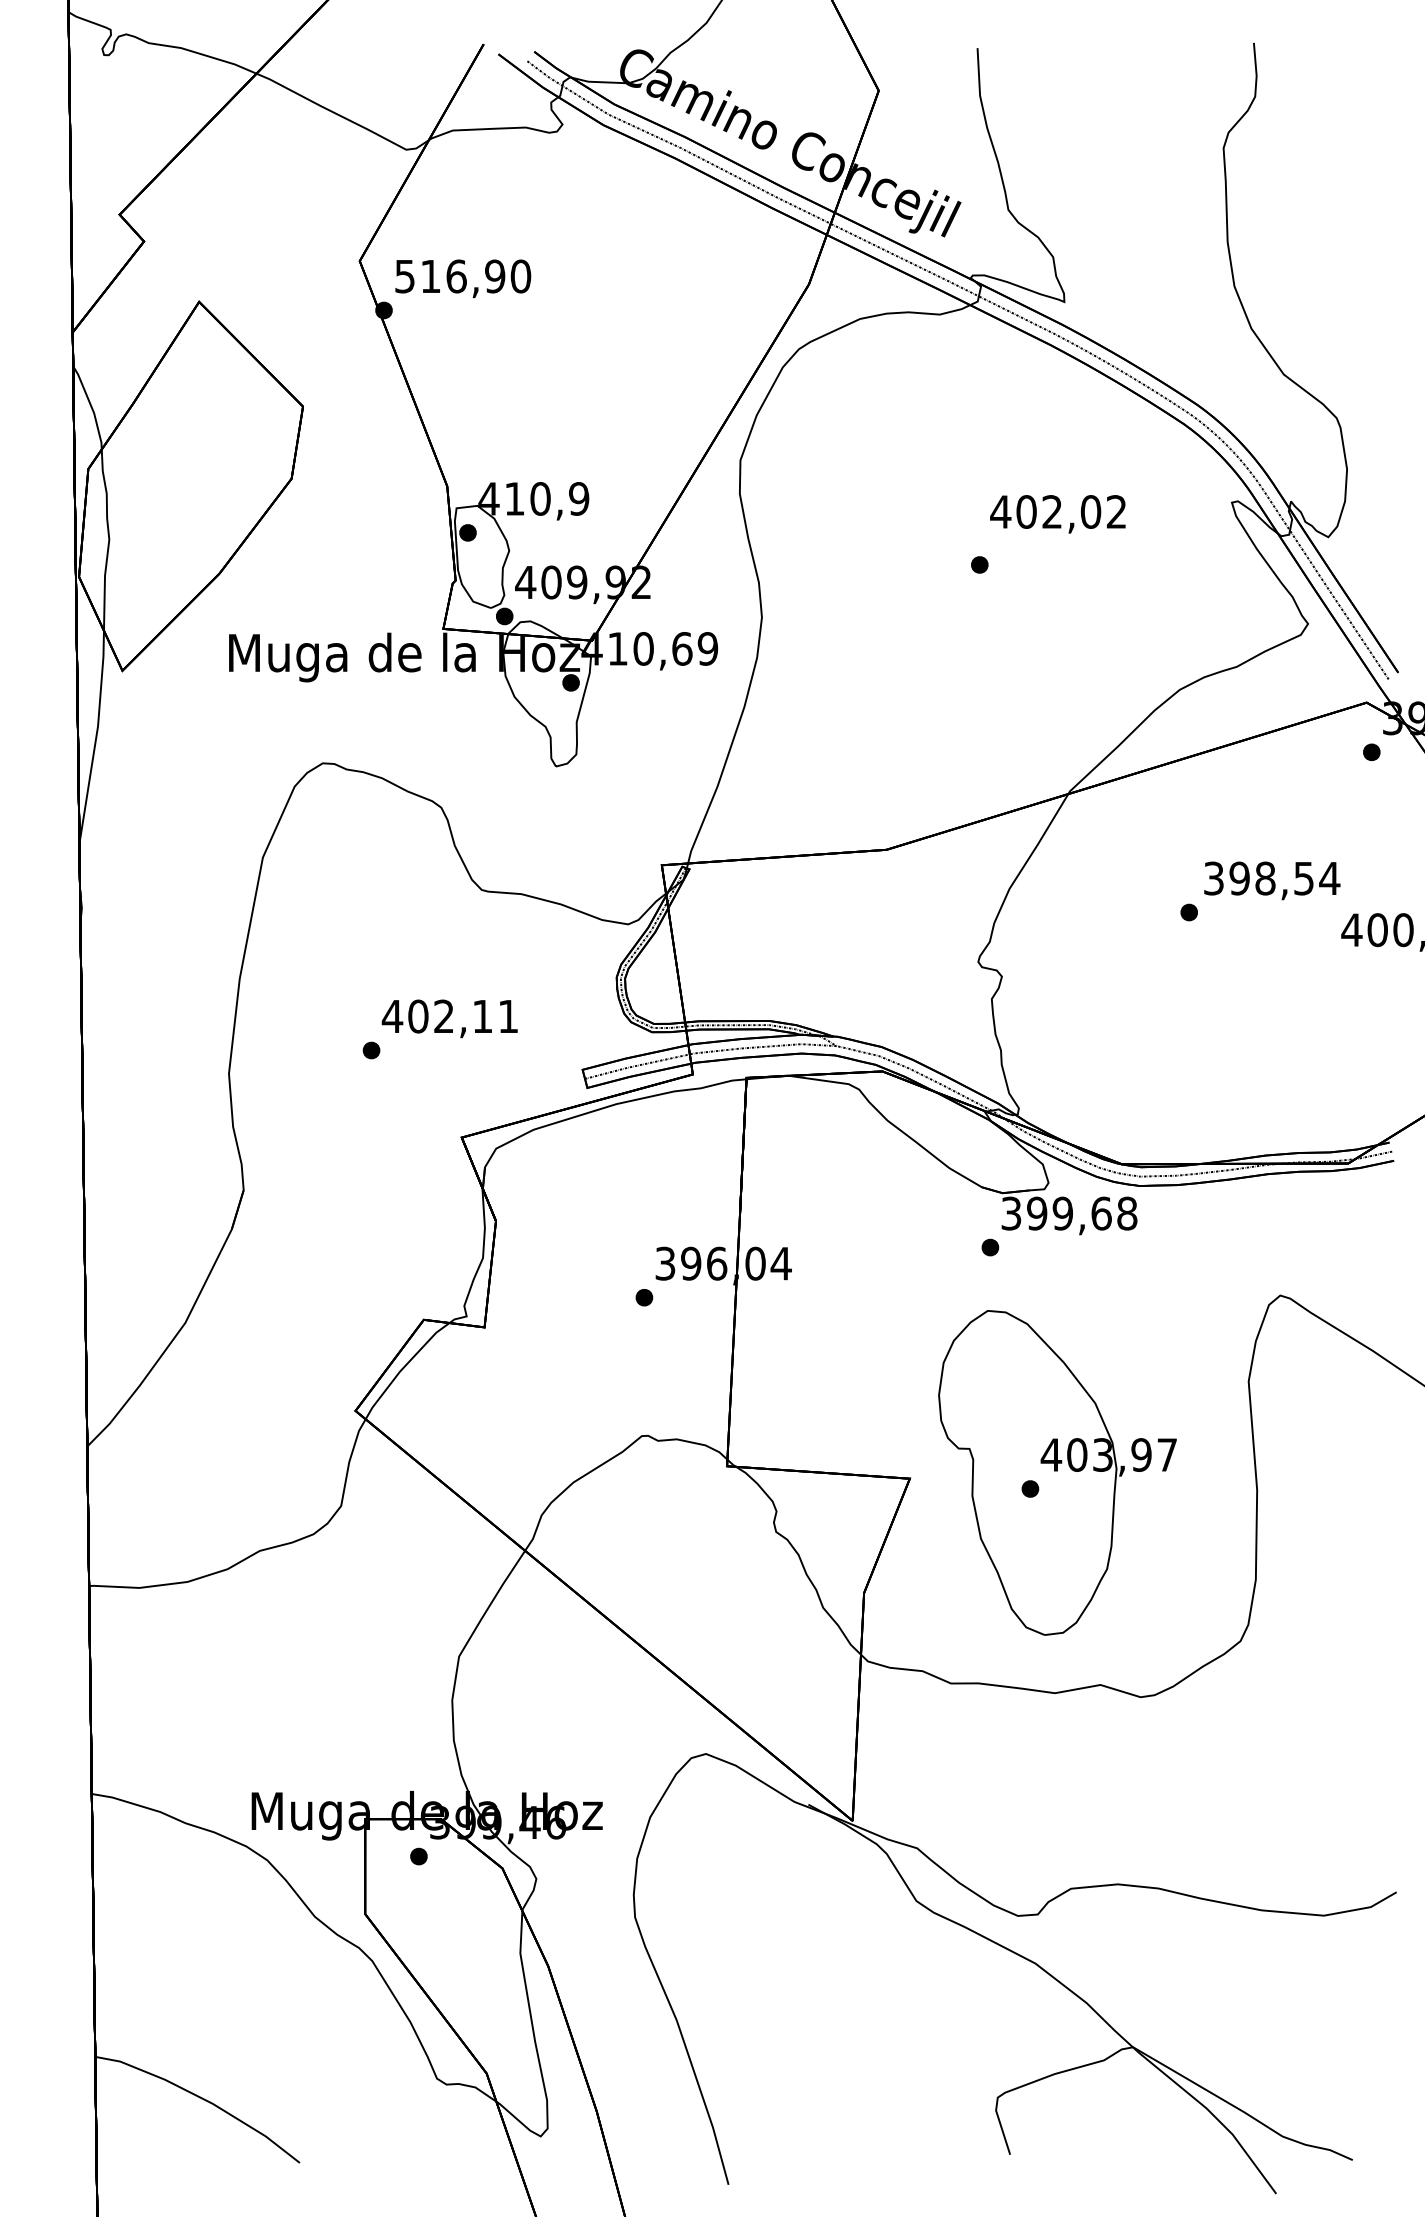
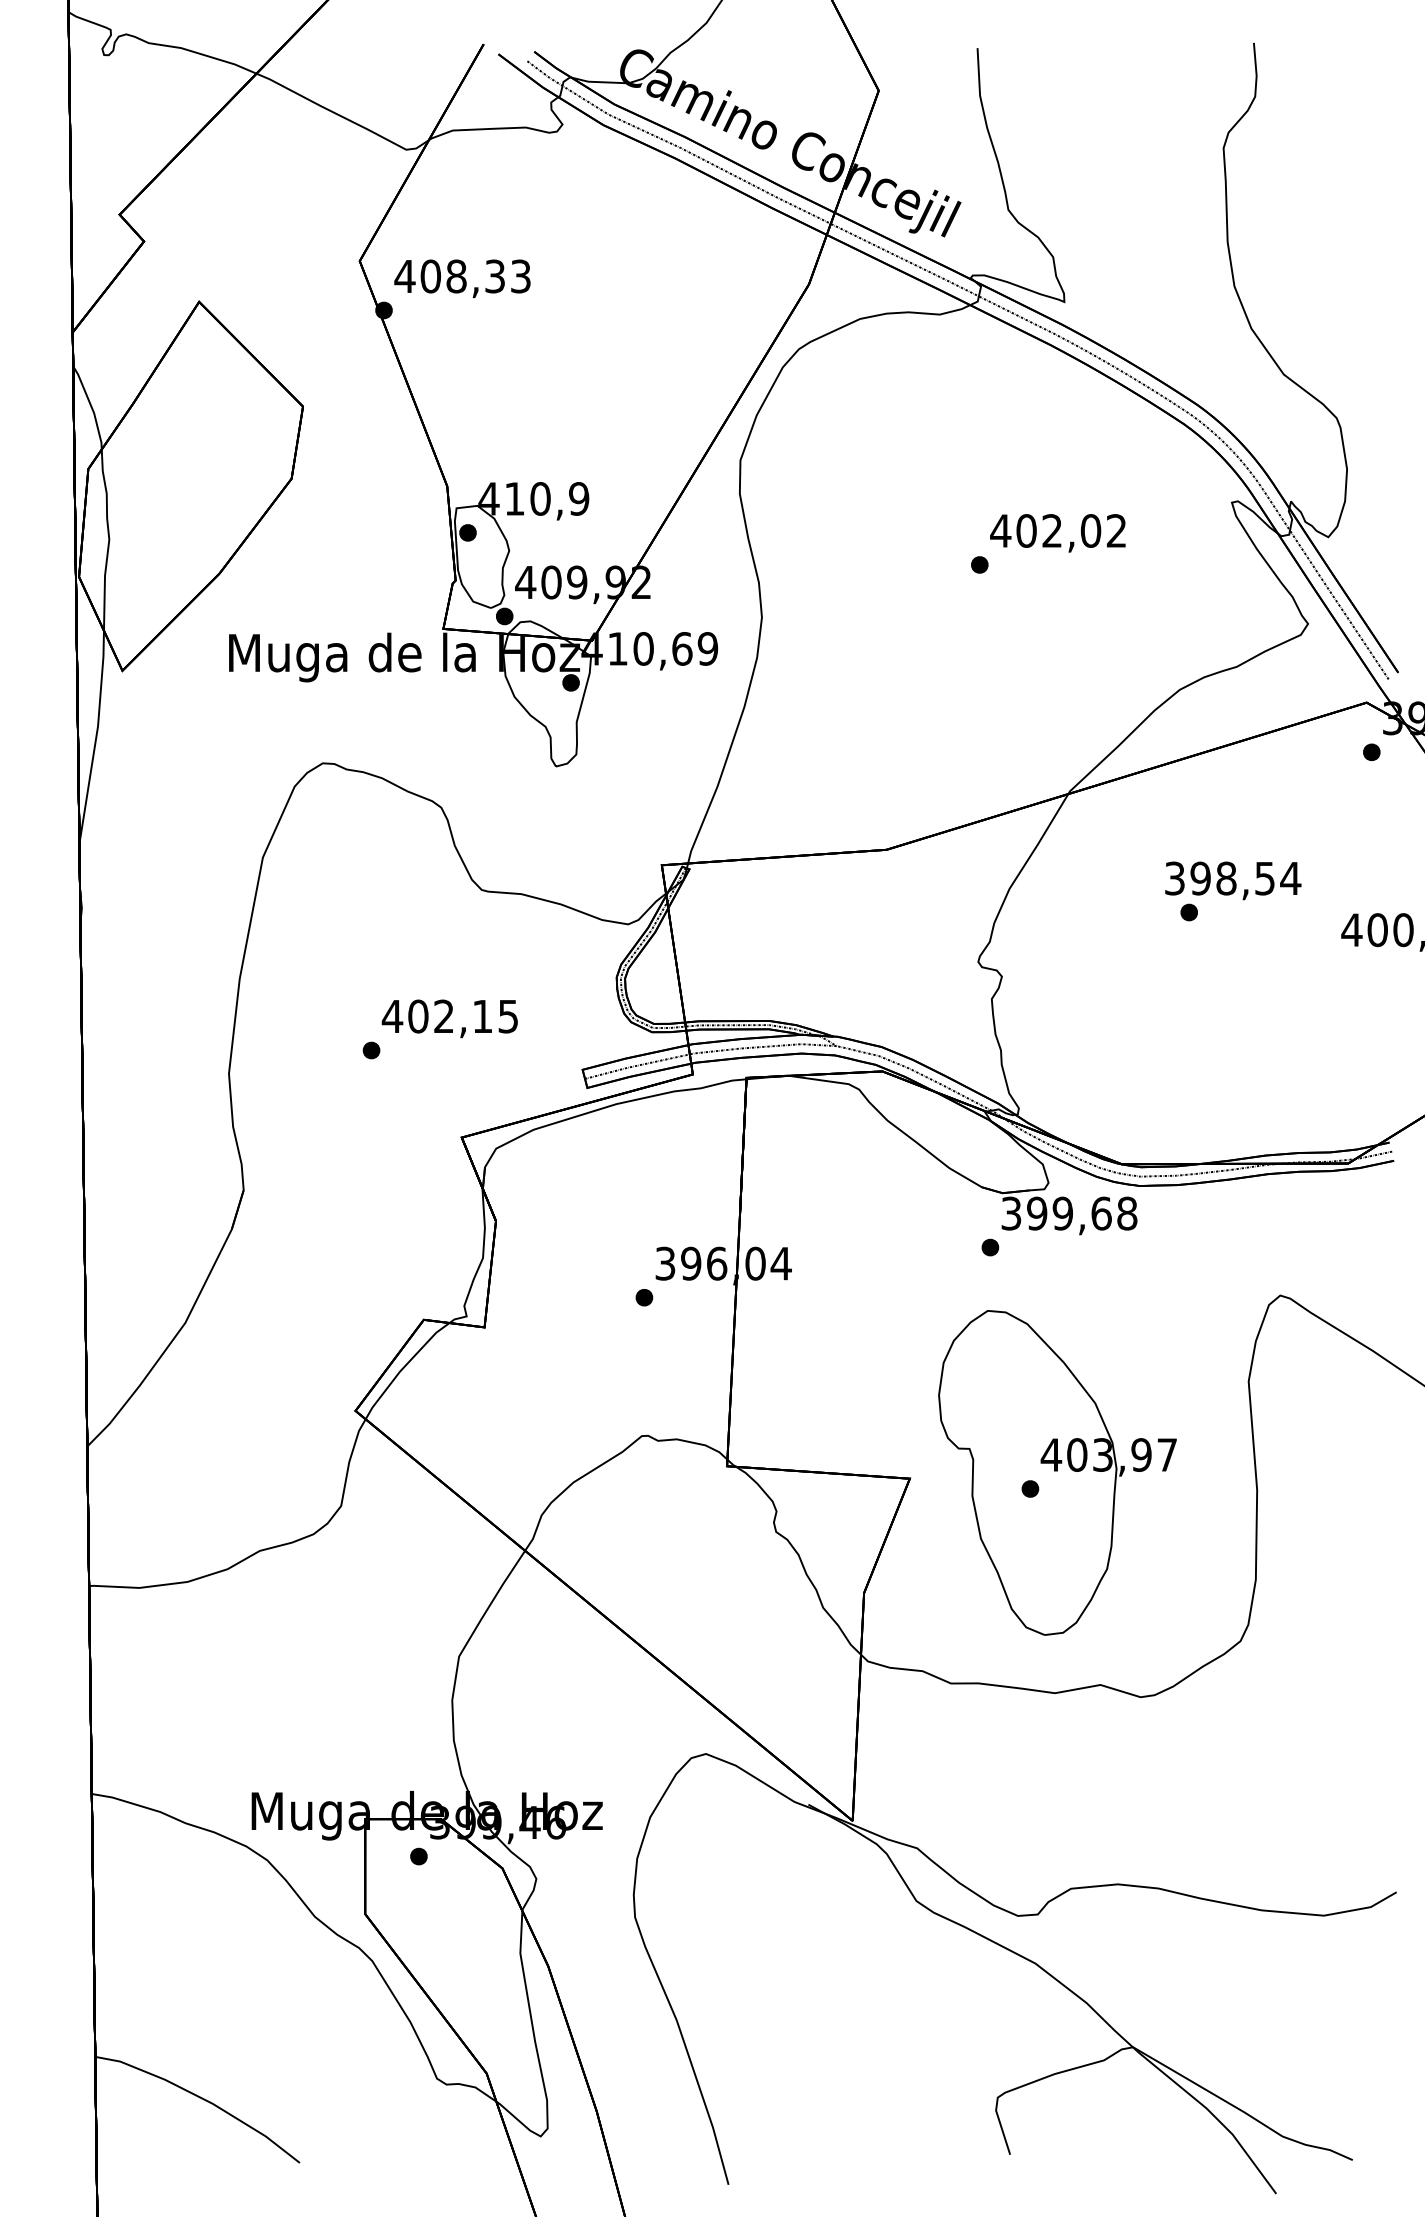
text at (462, 276): 516,90 -> 408,33
text at (1057, 514) position: (1057, 514) -> (1057, 533)
text at (1272, 880) position: (1272, 880) -> (1233, 880)
text at (507, 1016): 402,11 -> 402,15
